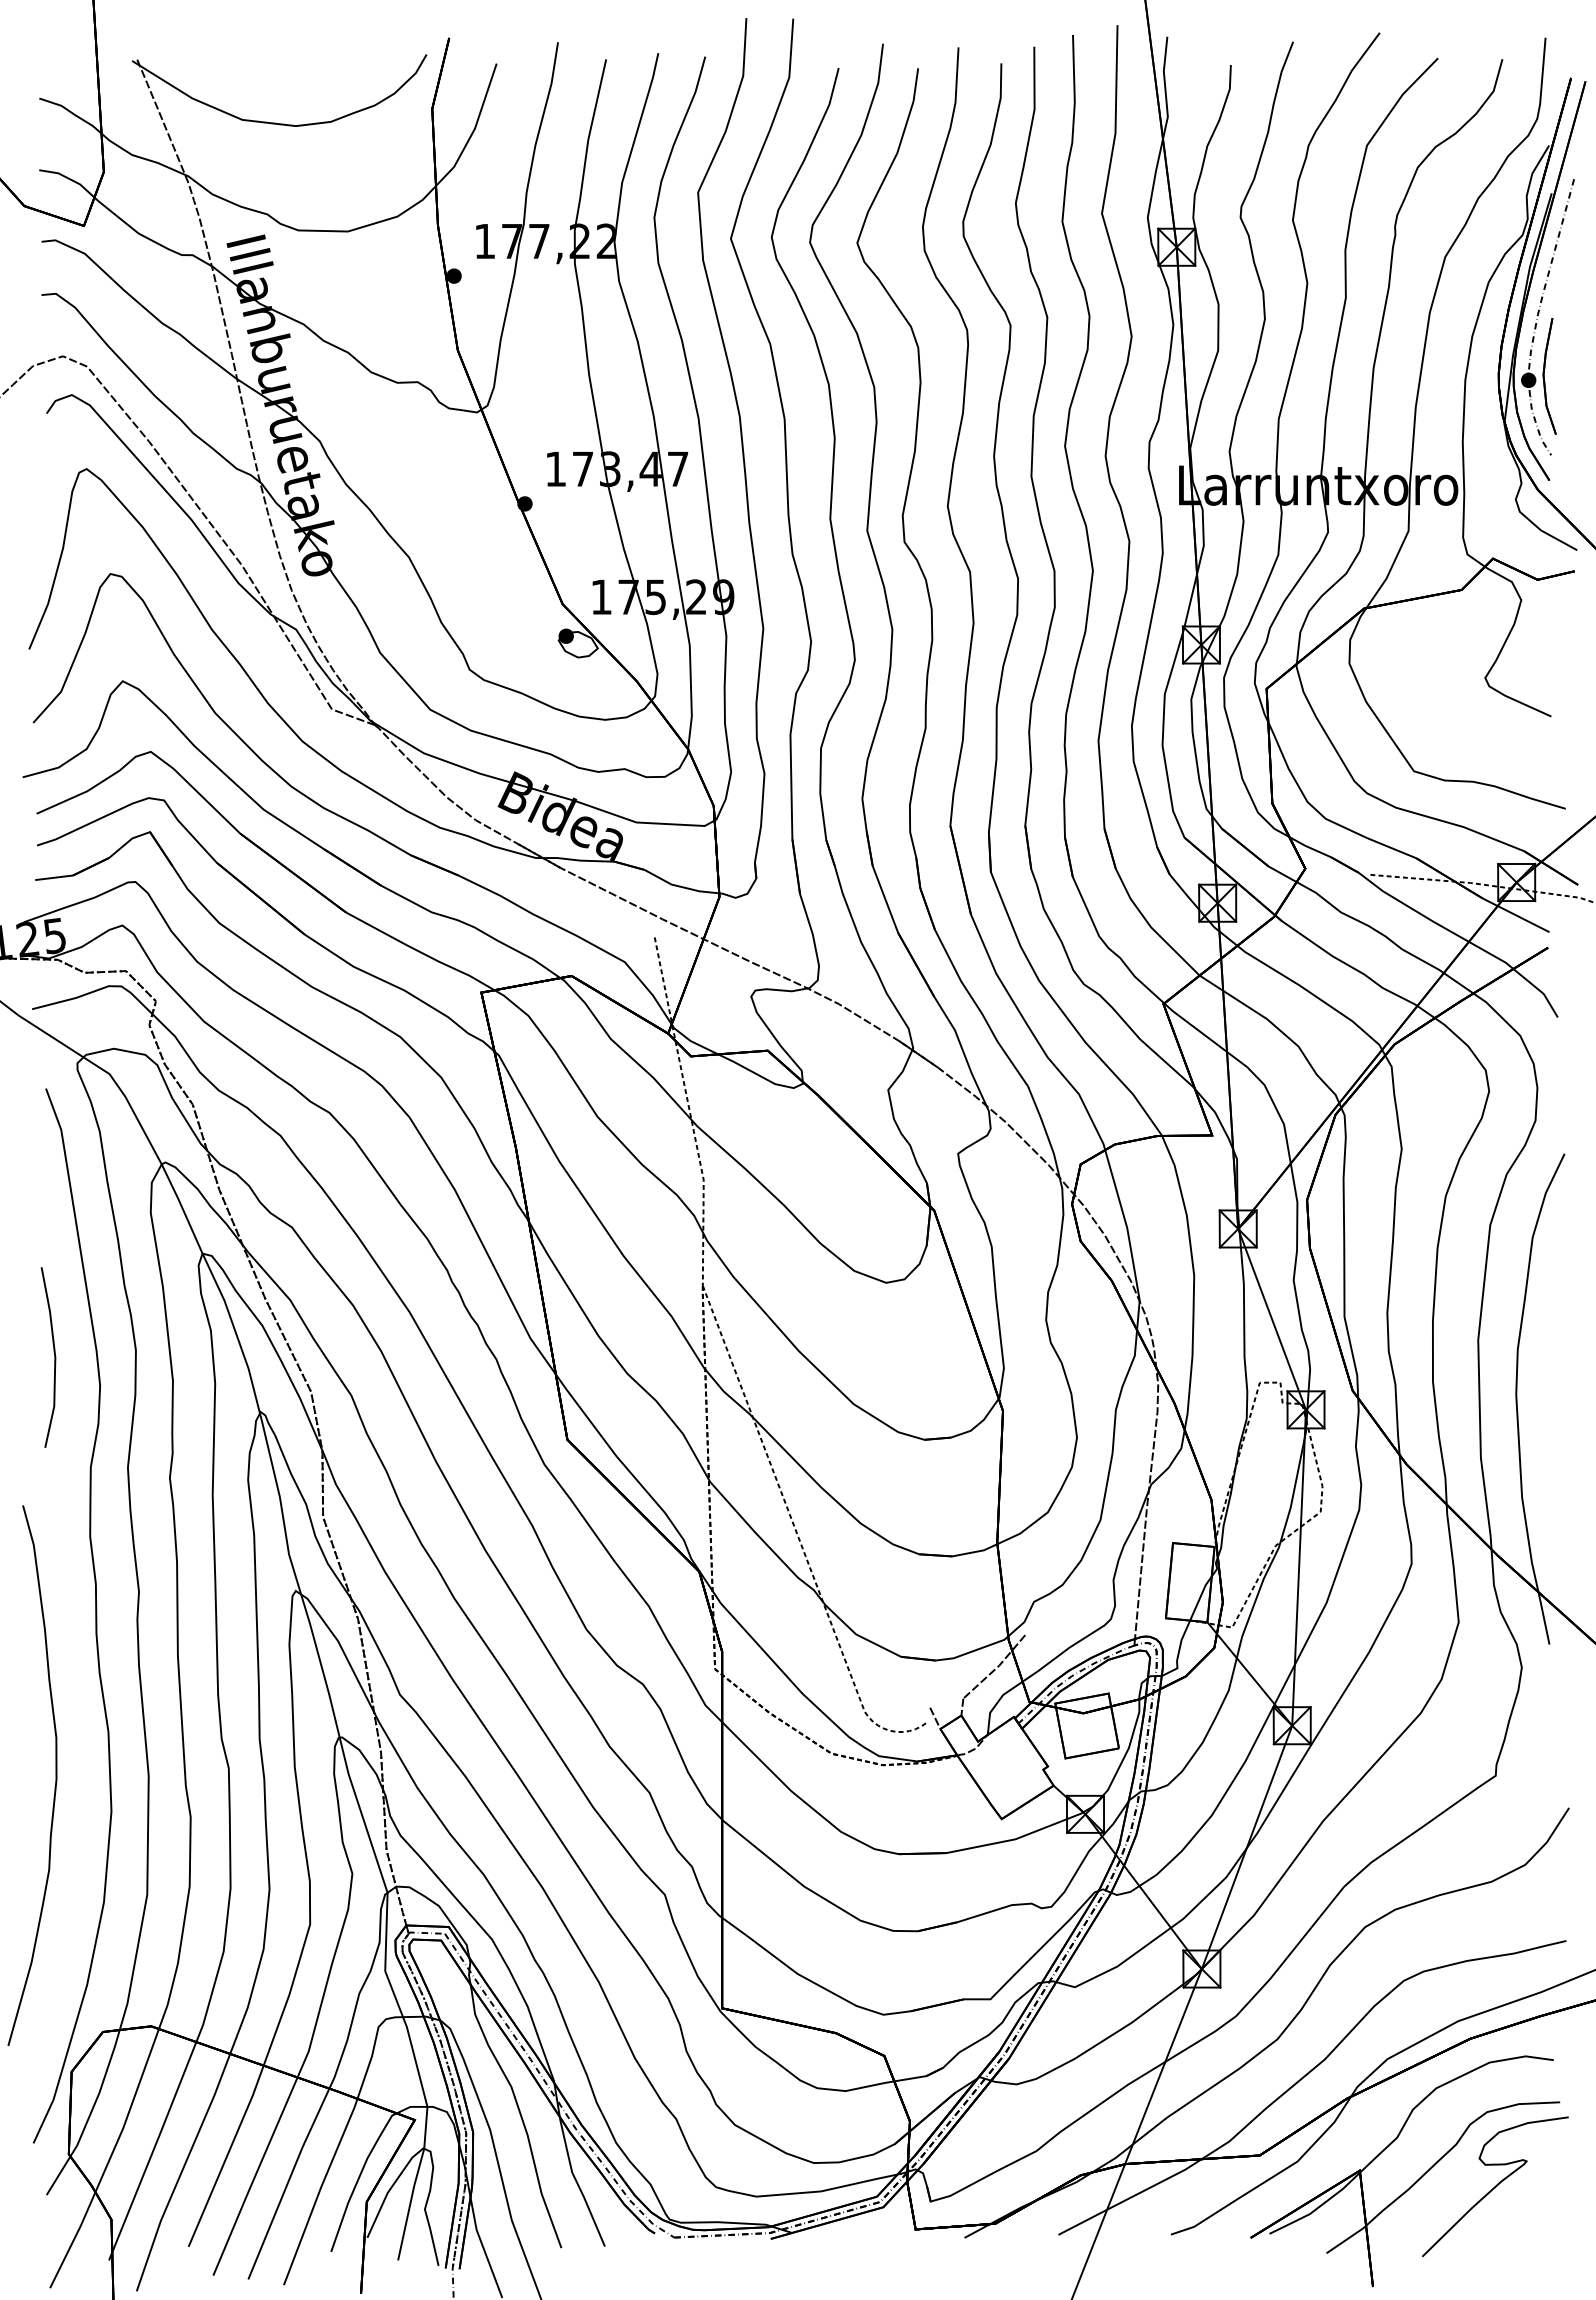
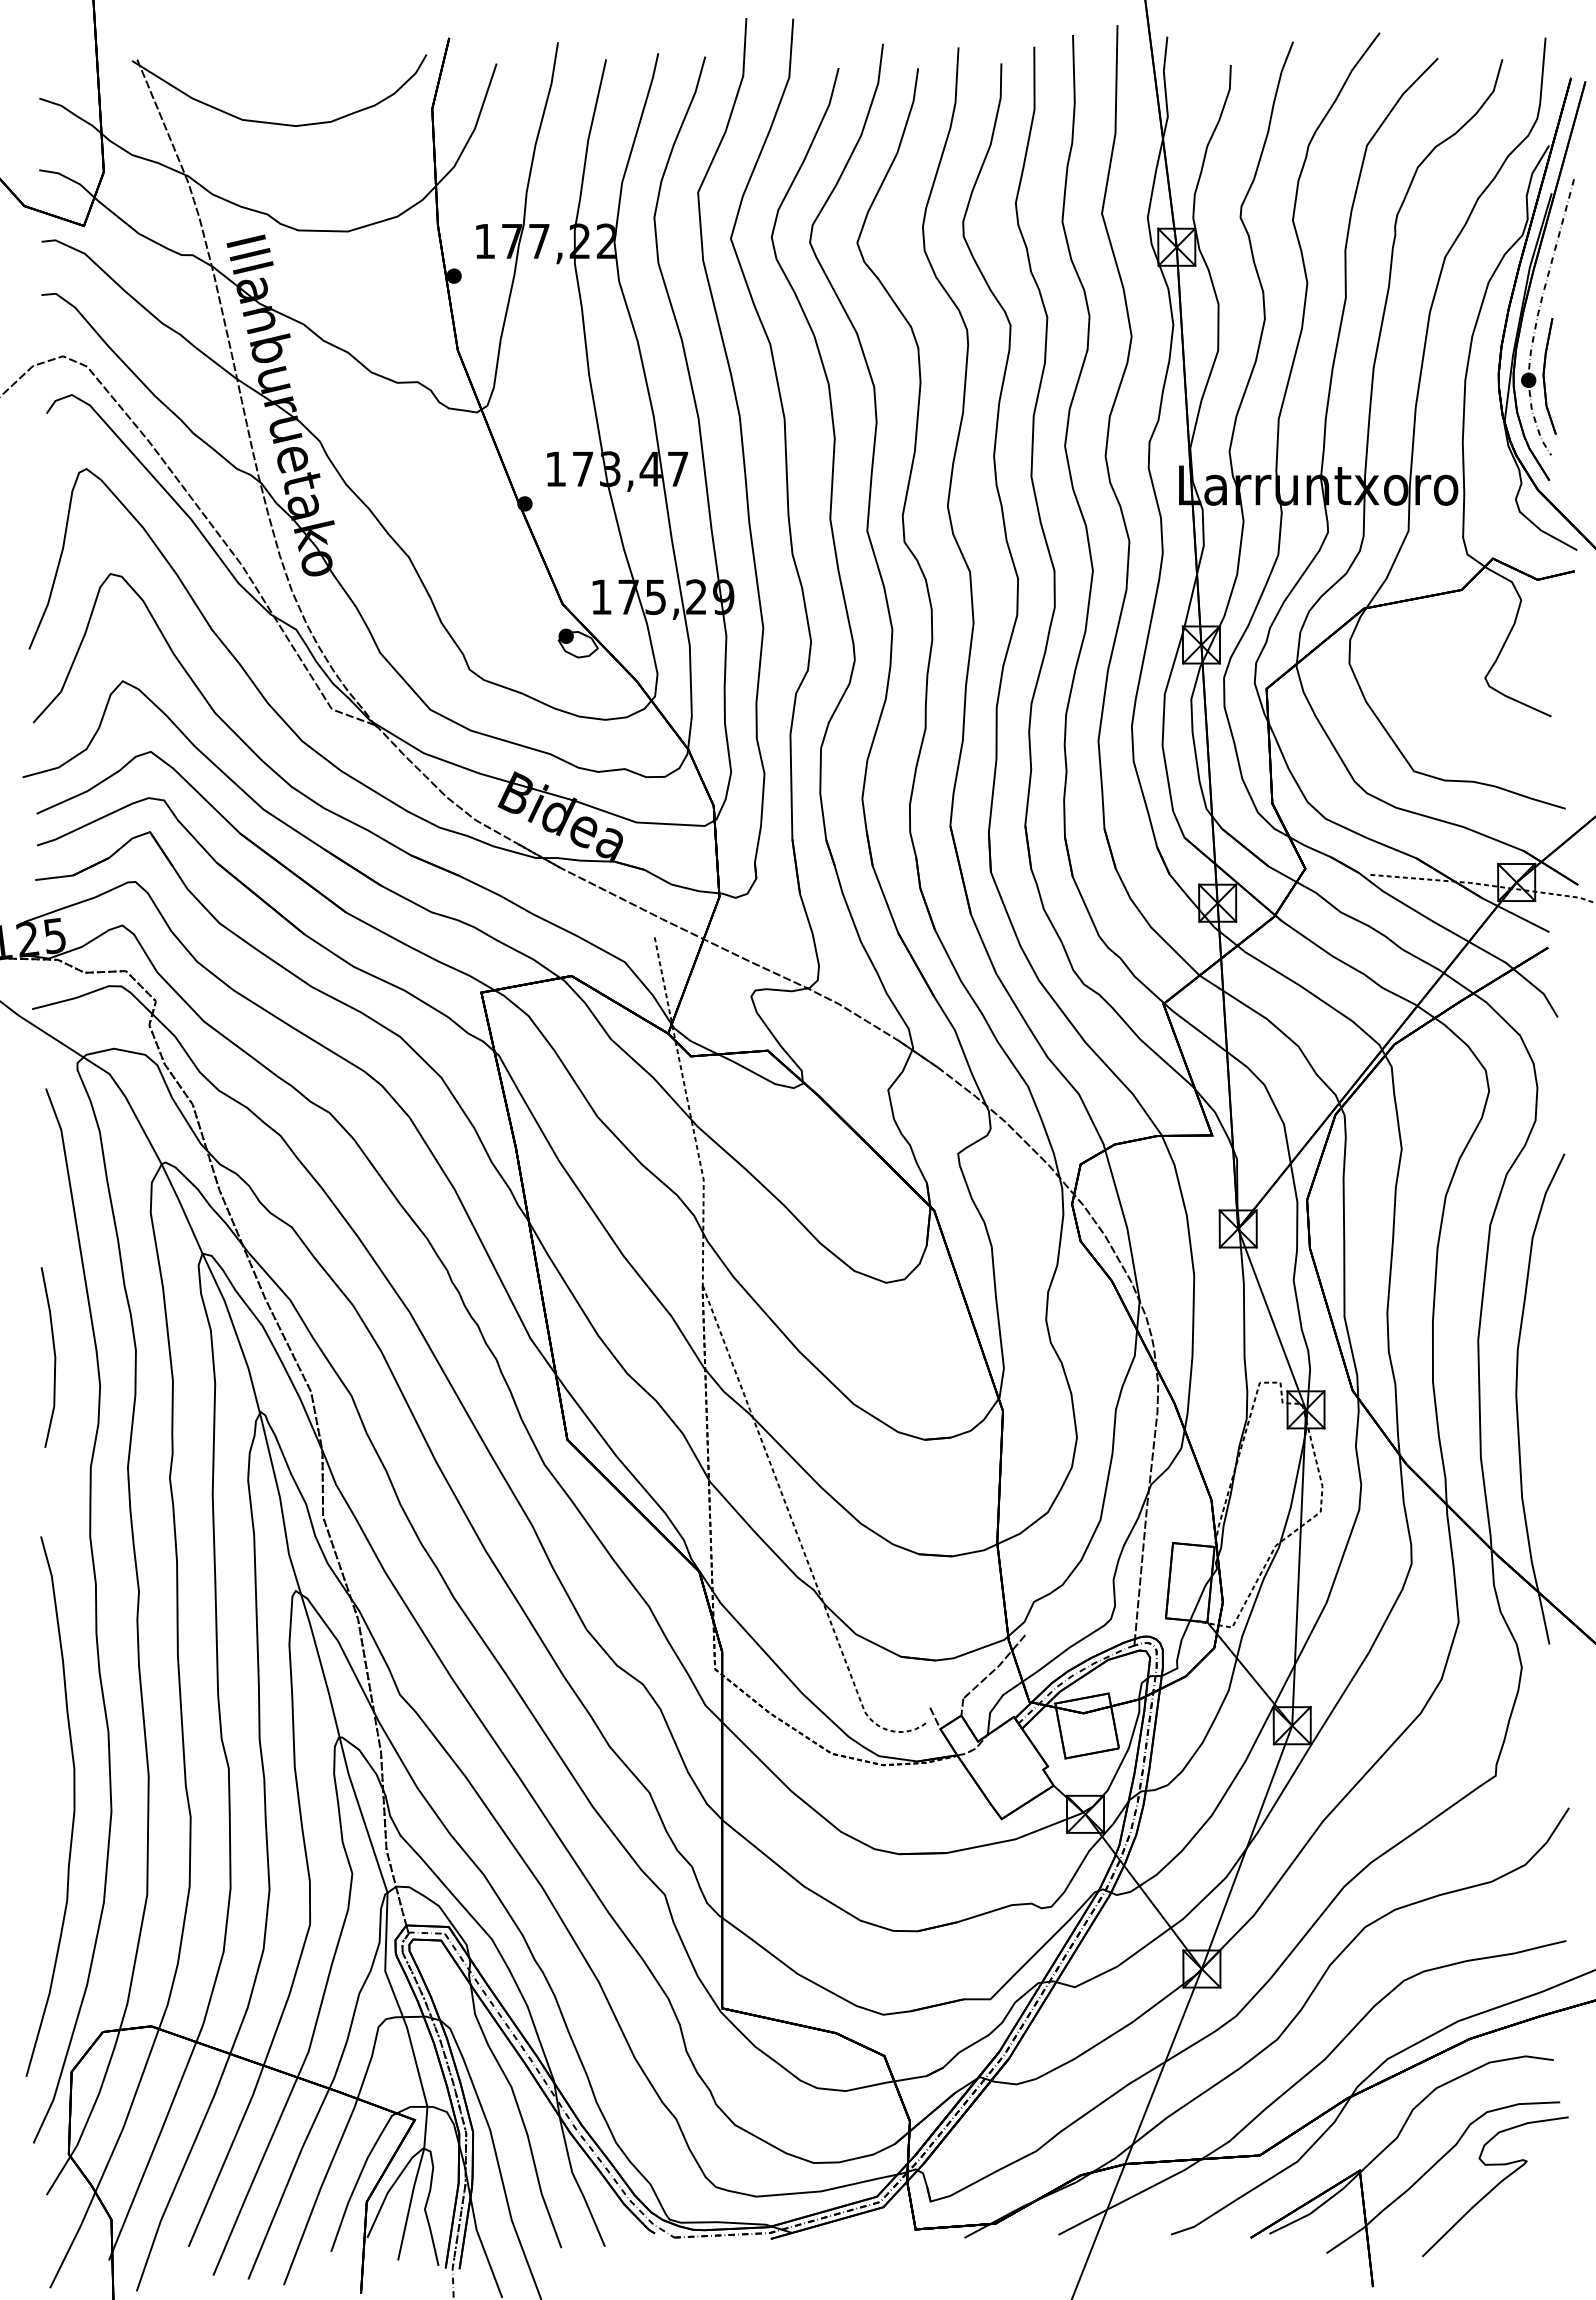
curve at (55, 1775) position: (55, 1775) -> (73, 1806)
